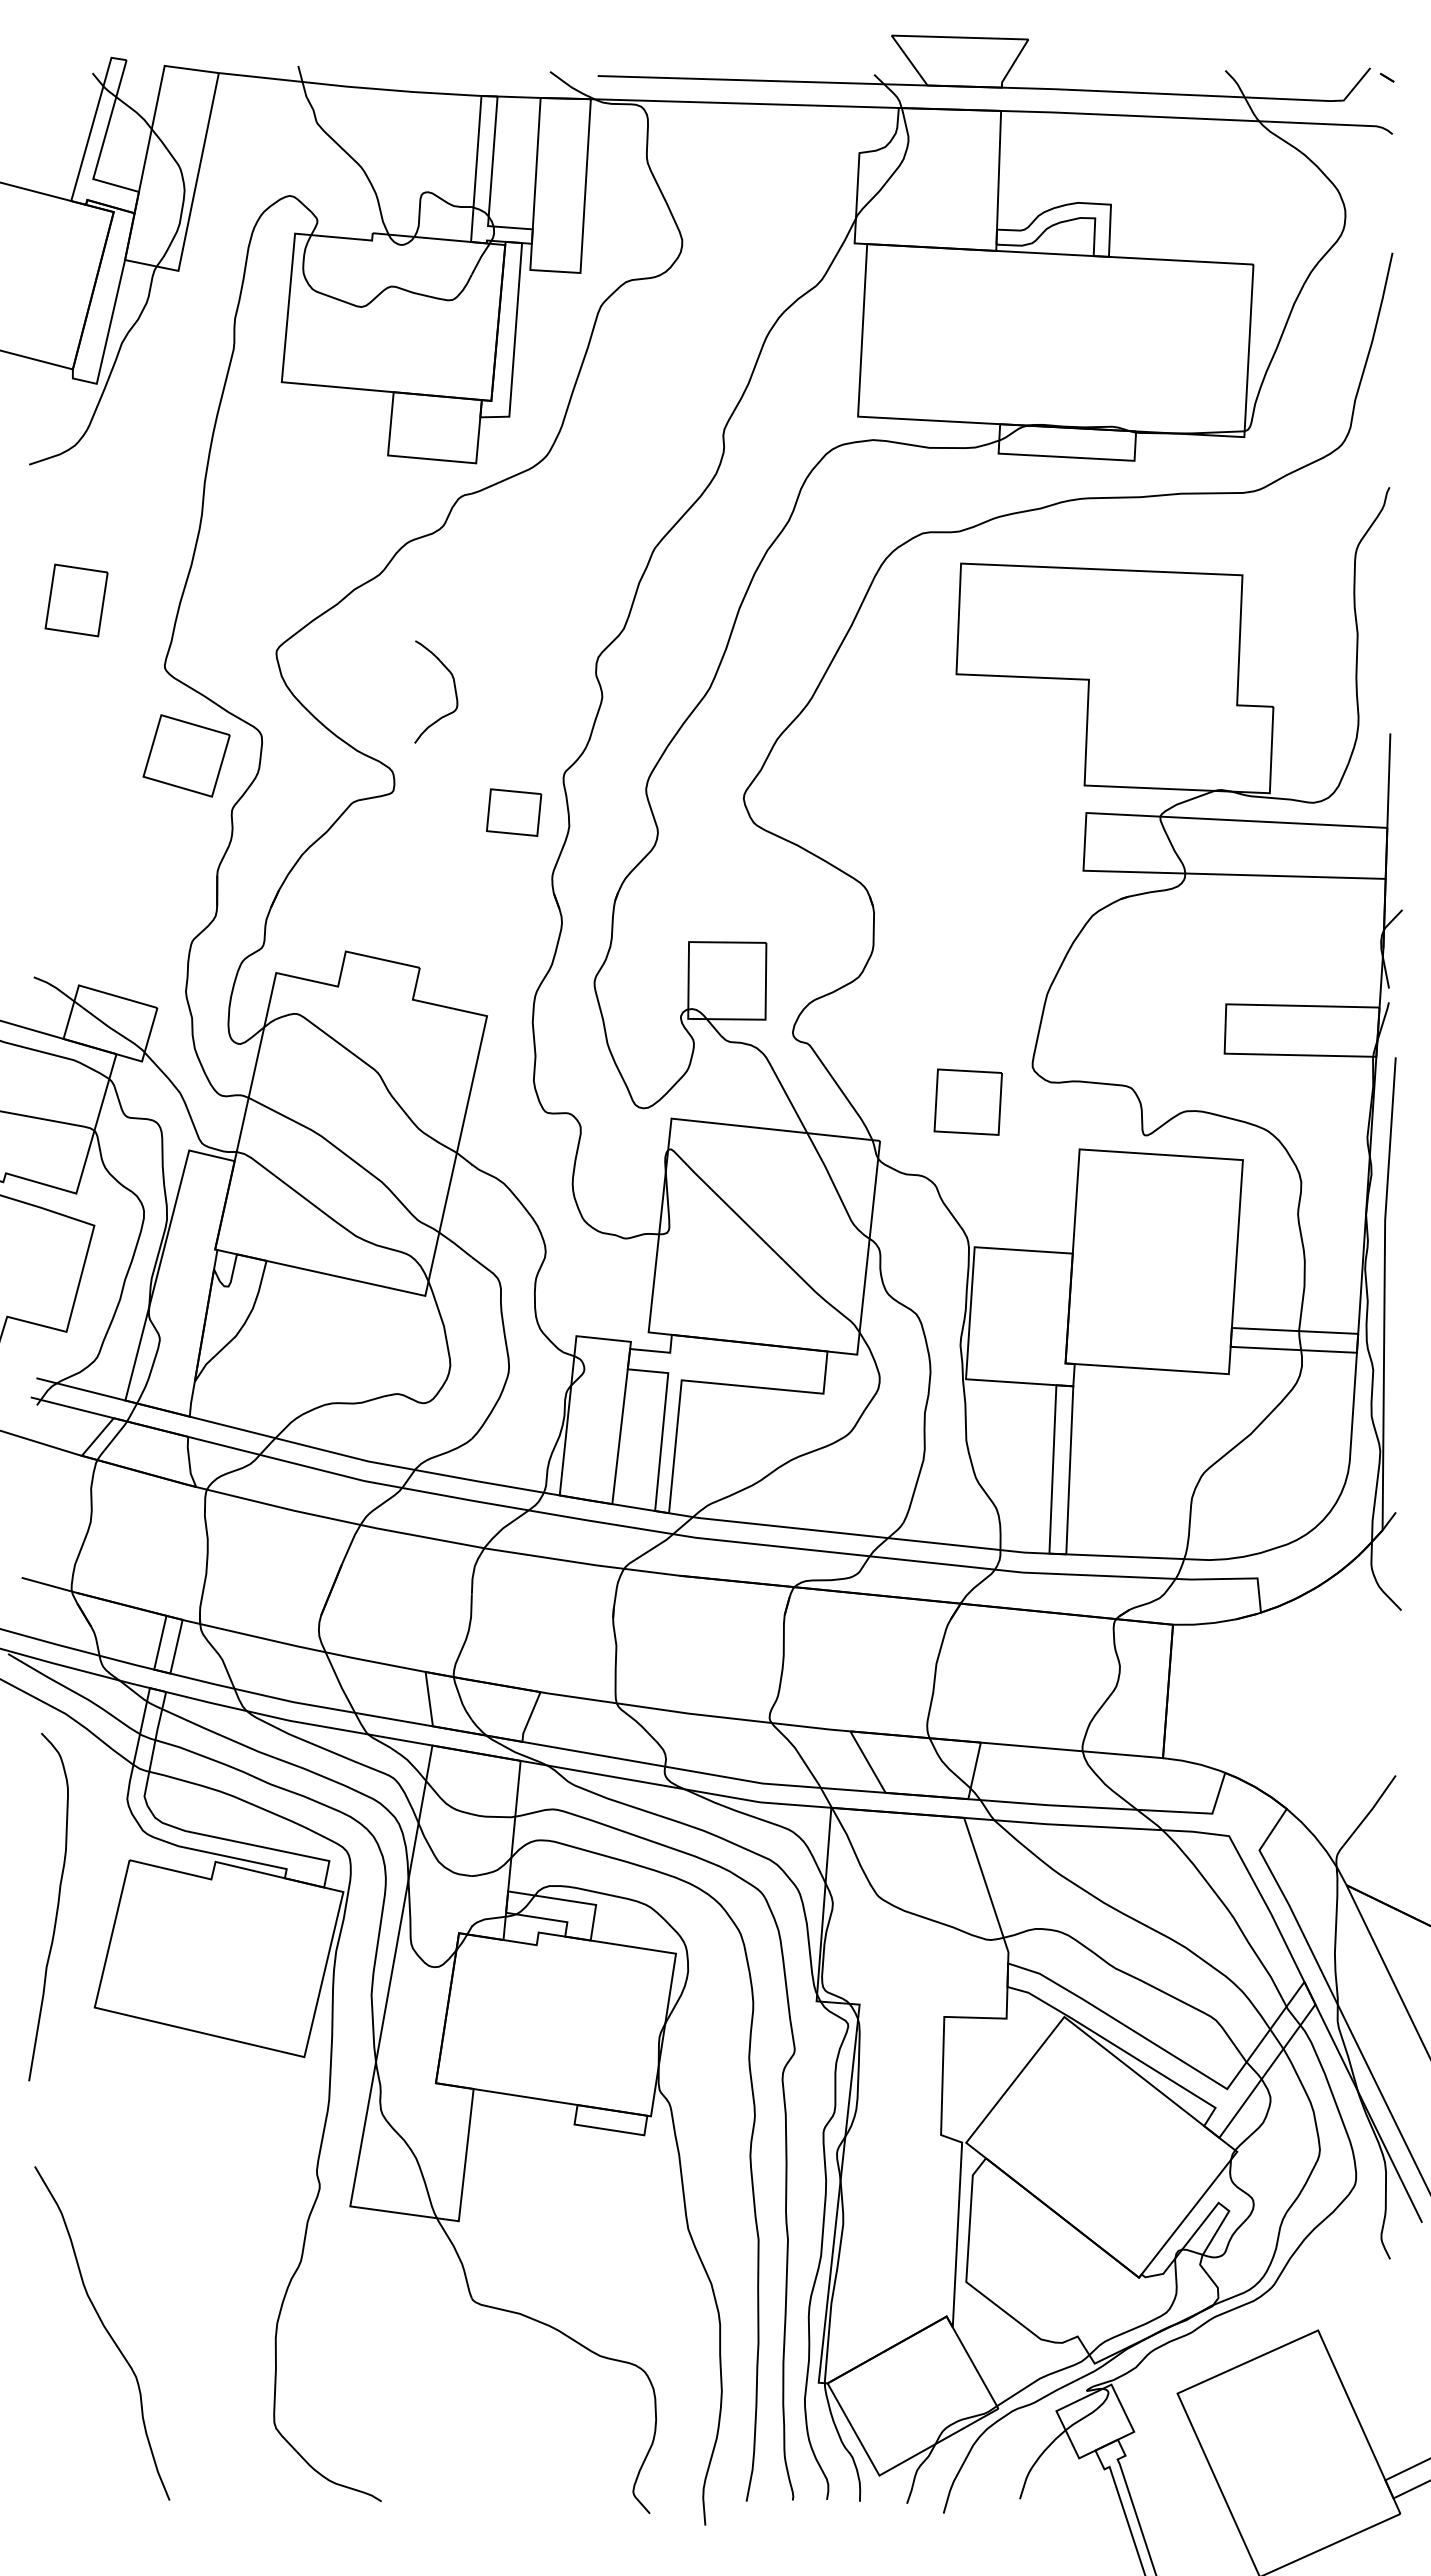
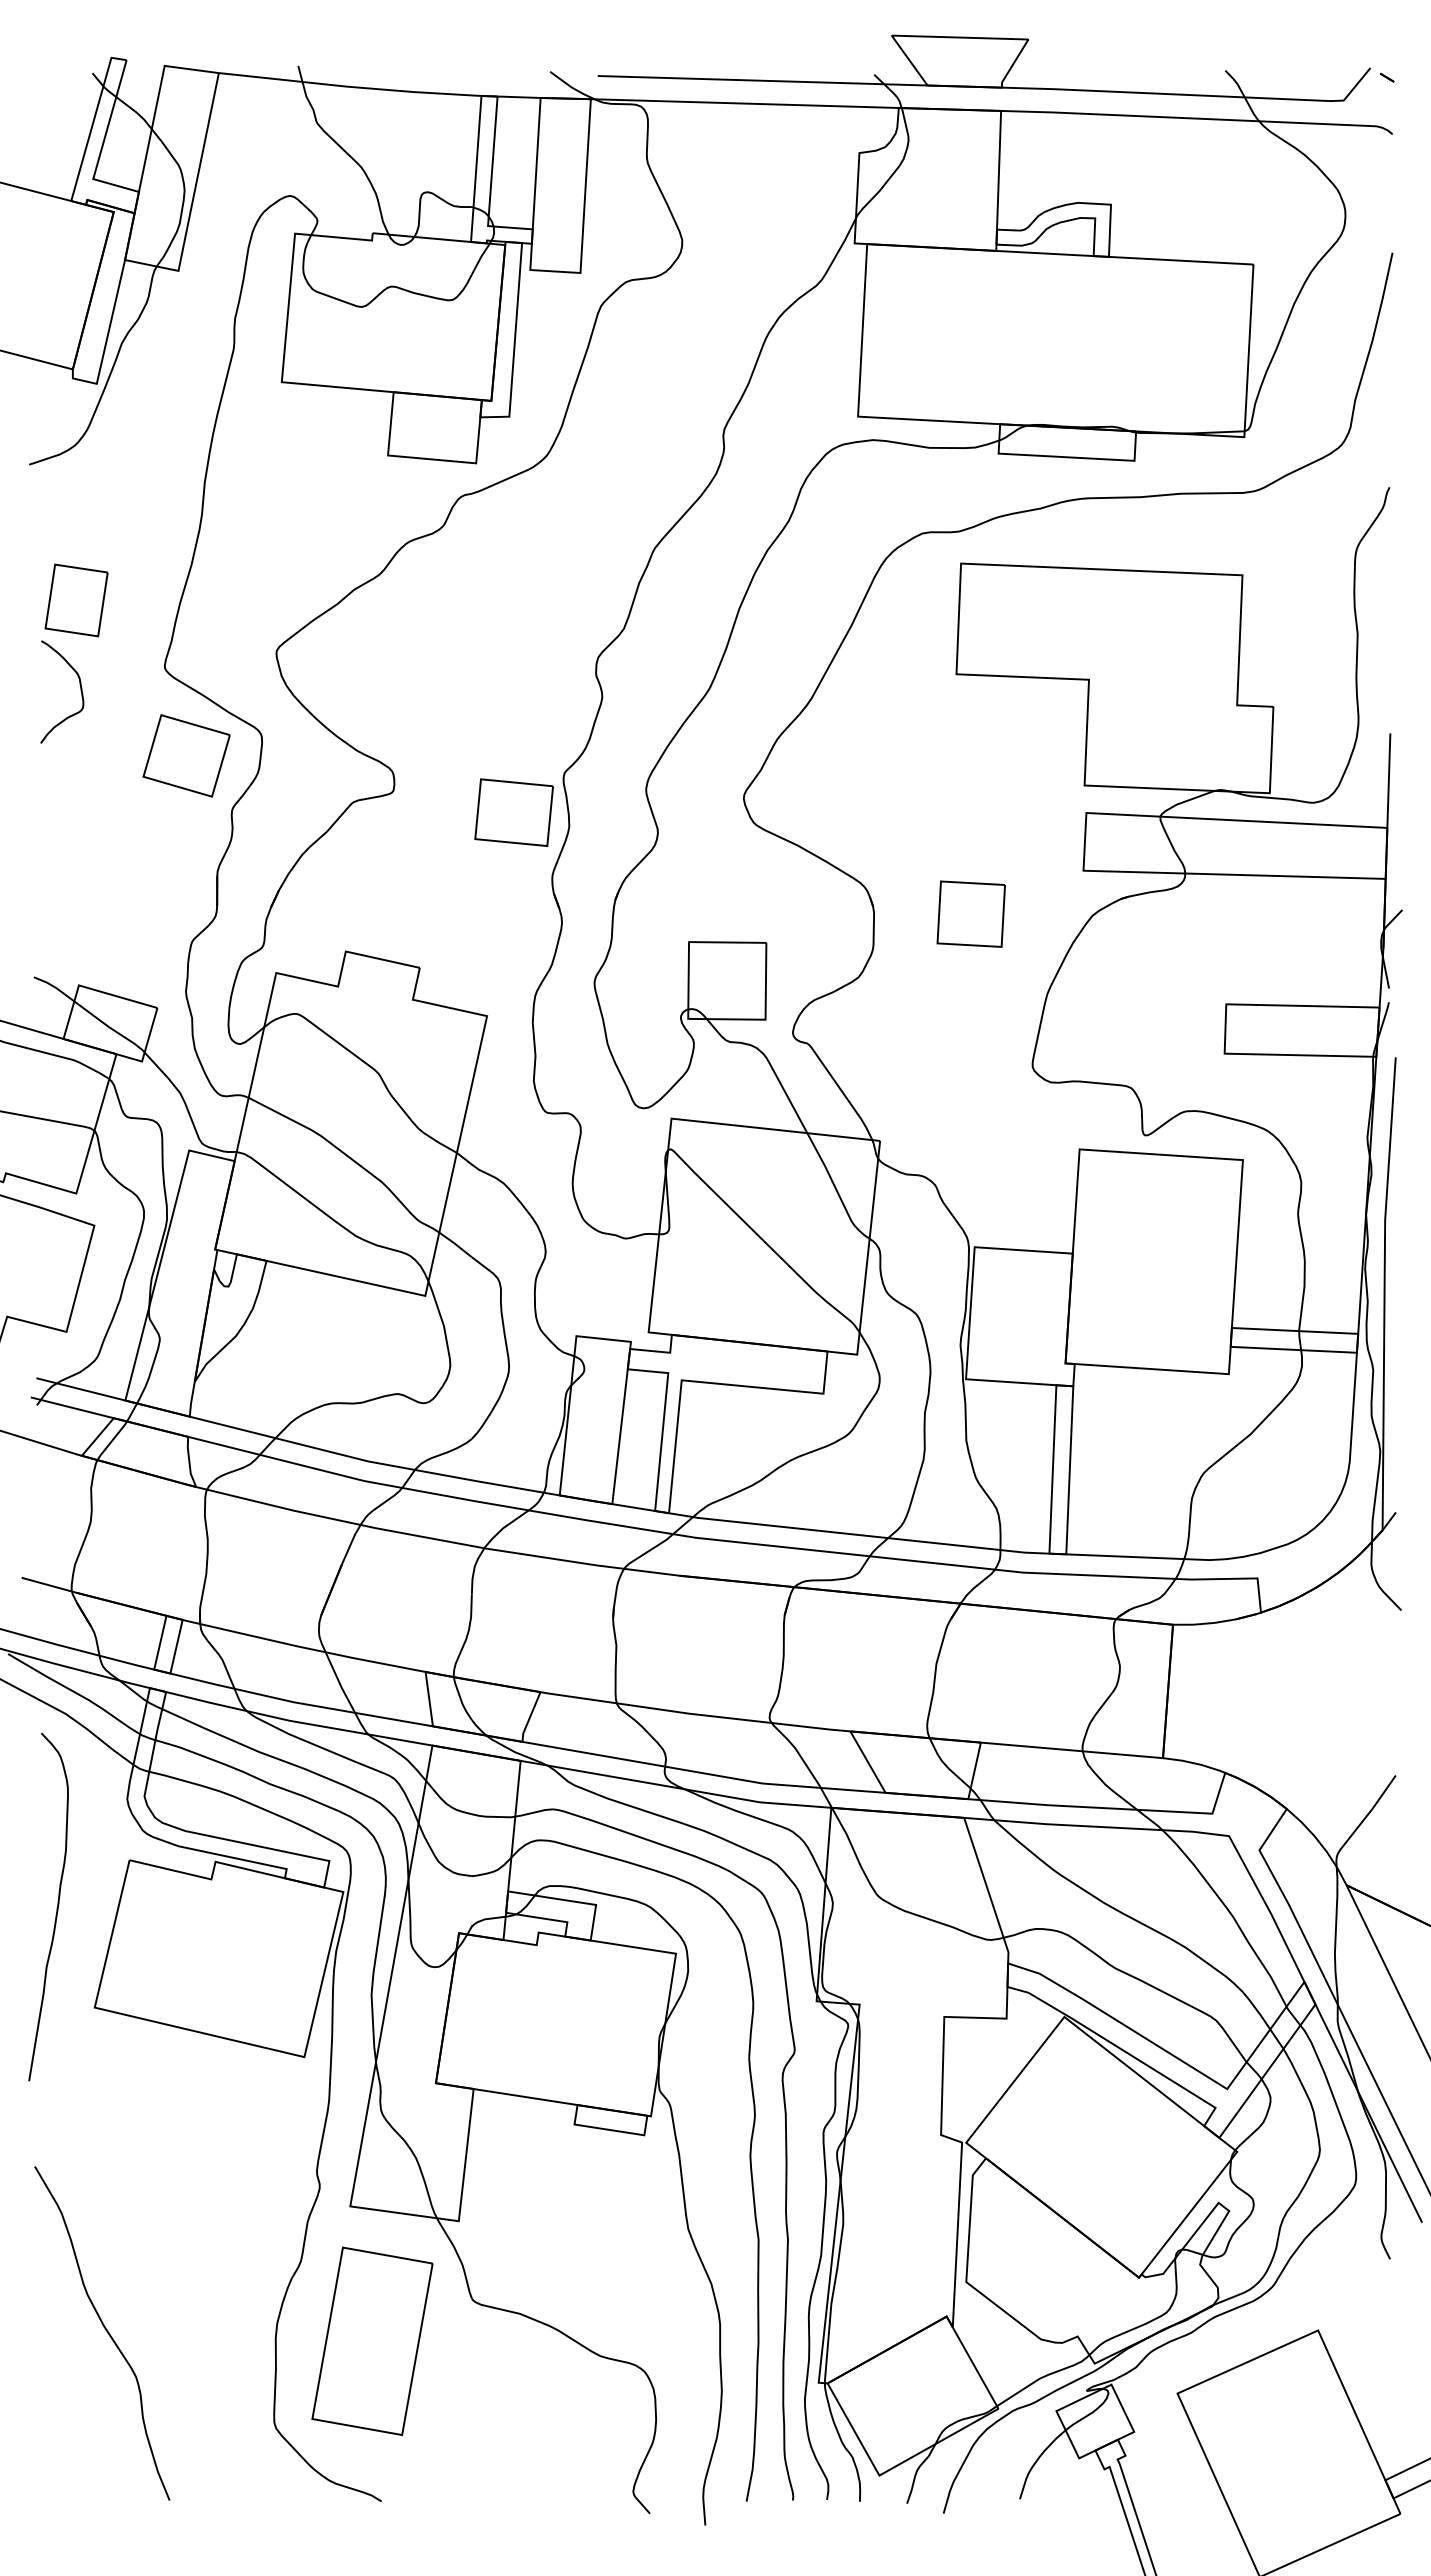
curve at (454, 691) position: (454, 691) -> (80, 691)
part at (514, 812) size: 57x49 px -> 80x69 px
part at (967, 1101) position: (967, 1101) -> (970, 913)
part at (372, 2340): none -> present
